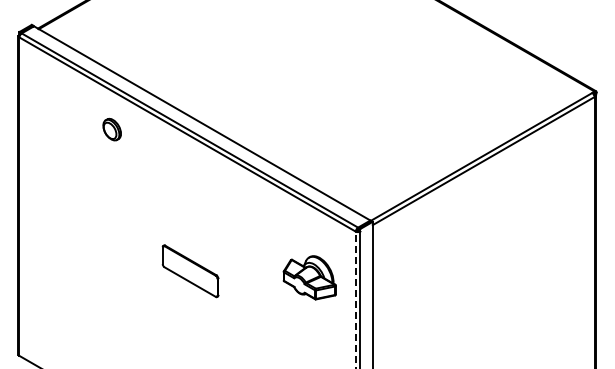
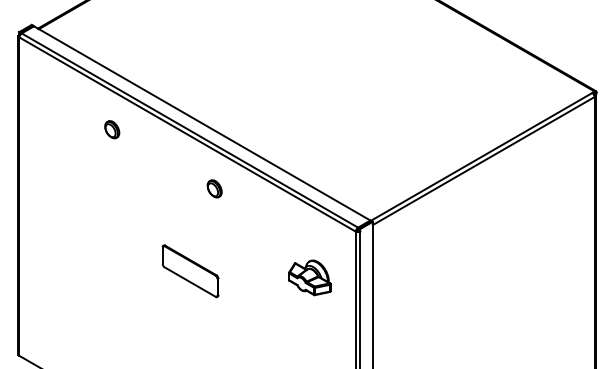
part at (111, 129) size: 20x25 px -> 17x20 px
part at (214, 188): none -> present
part at (309, 277) size: 55x46 px -> 44x38 px
line at (355, 299): dashed -> solid
